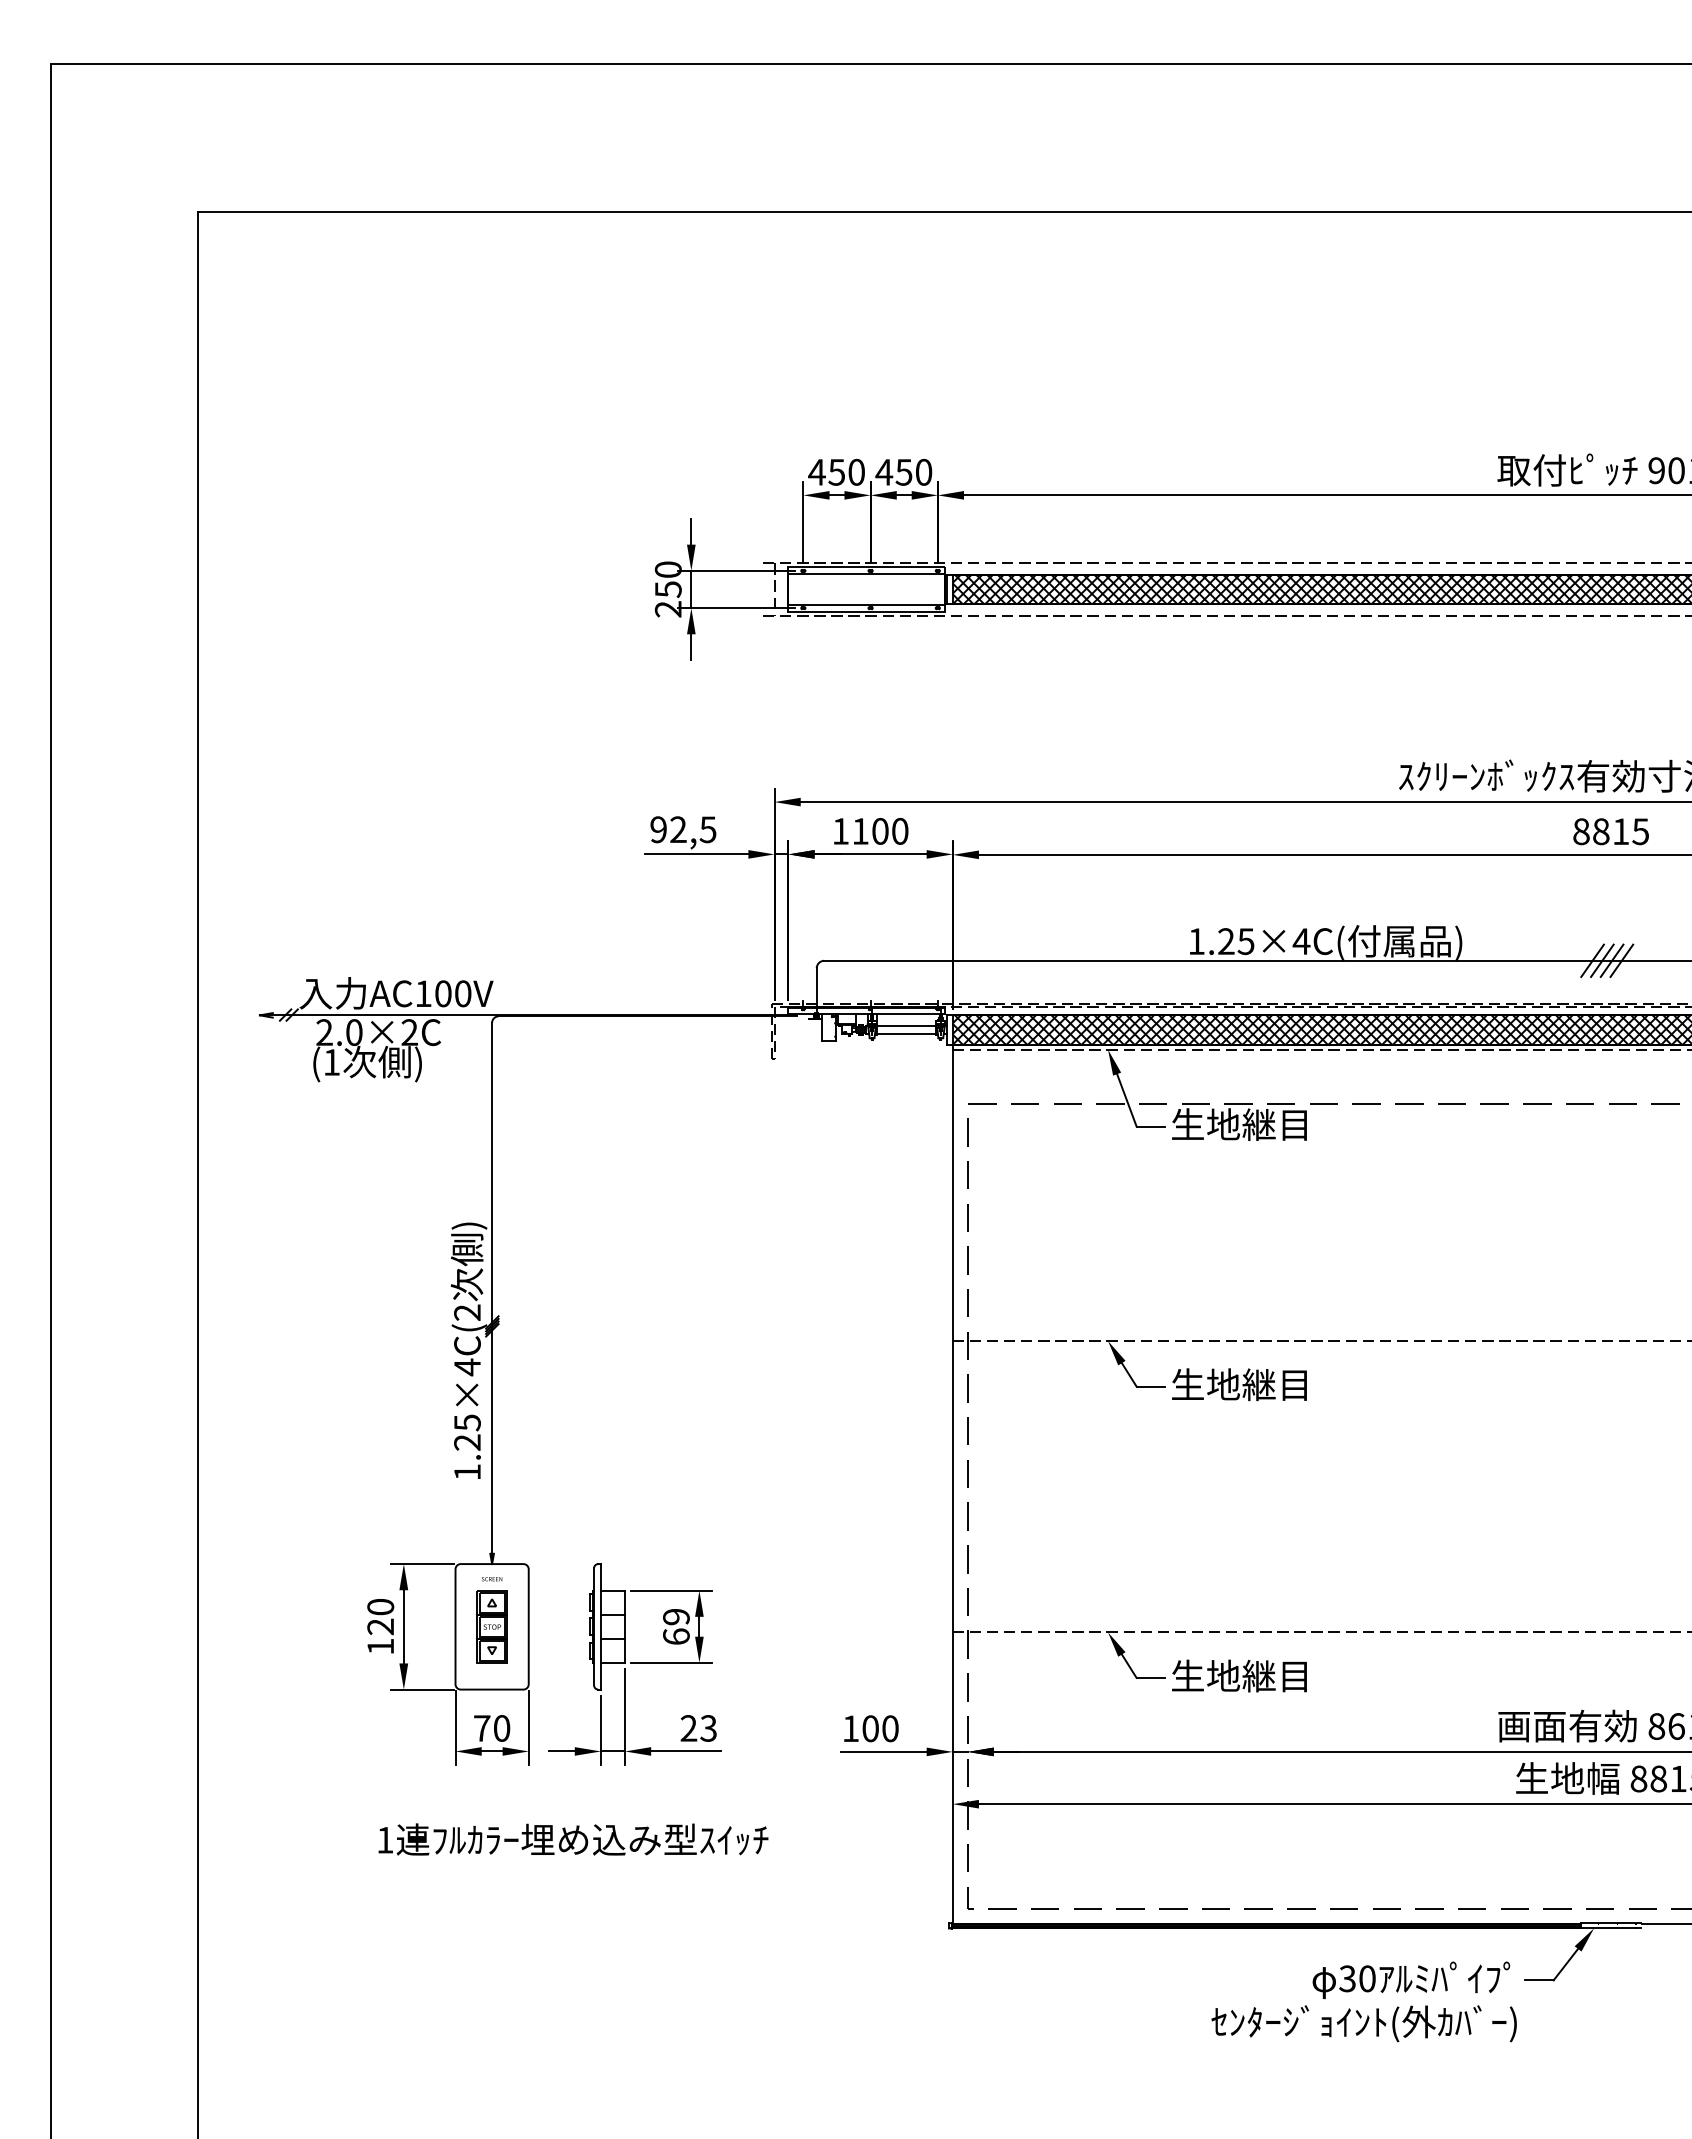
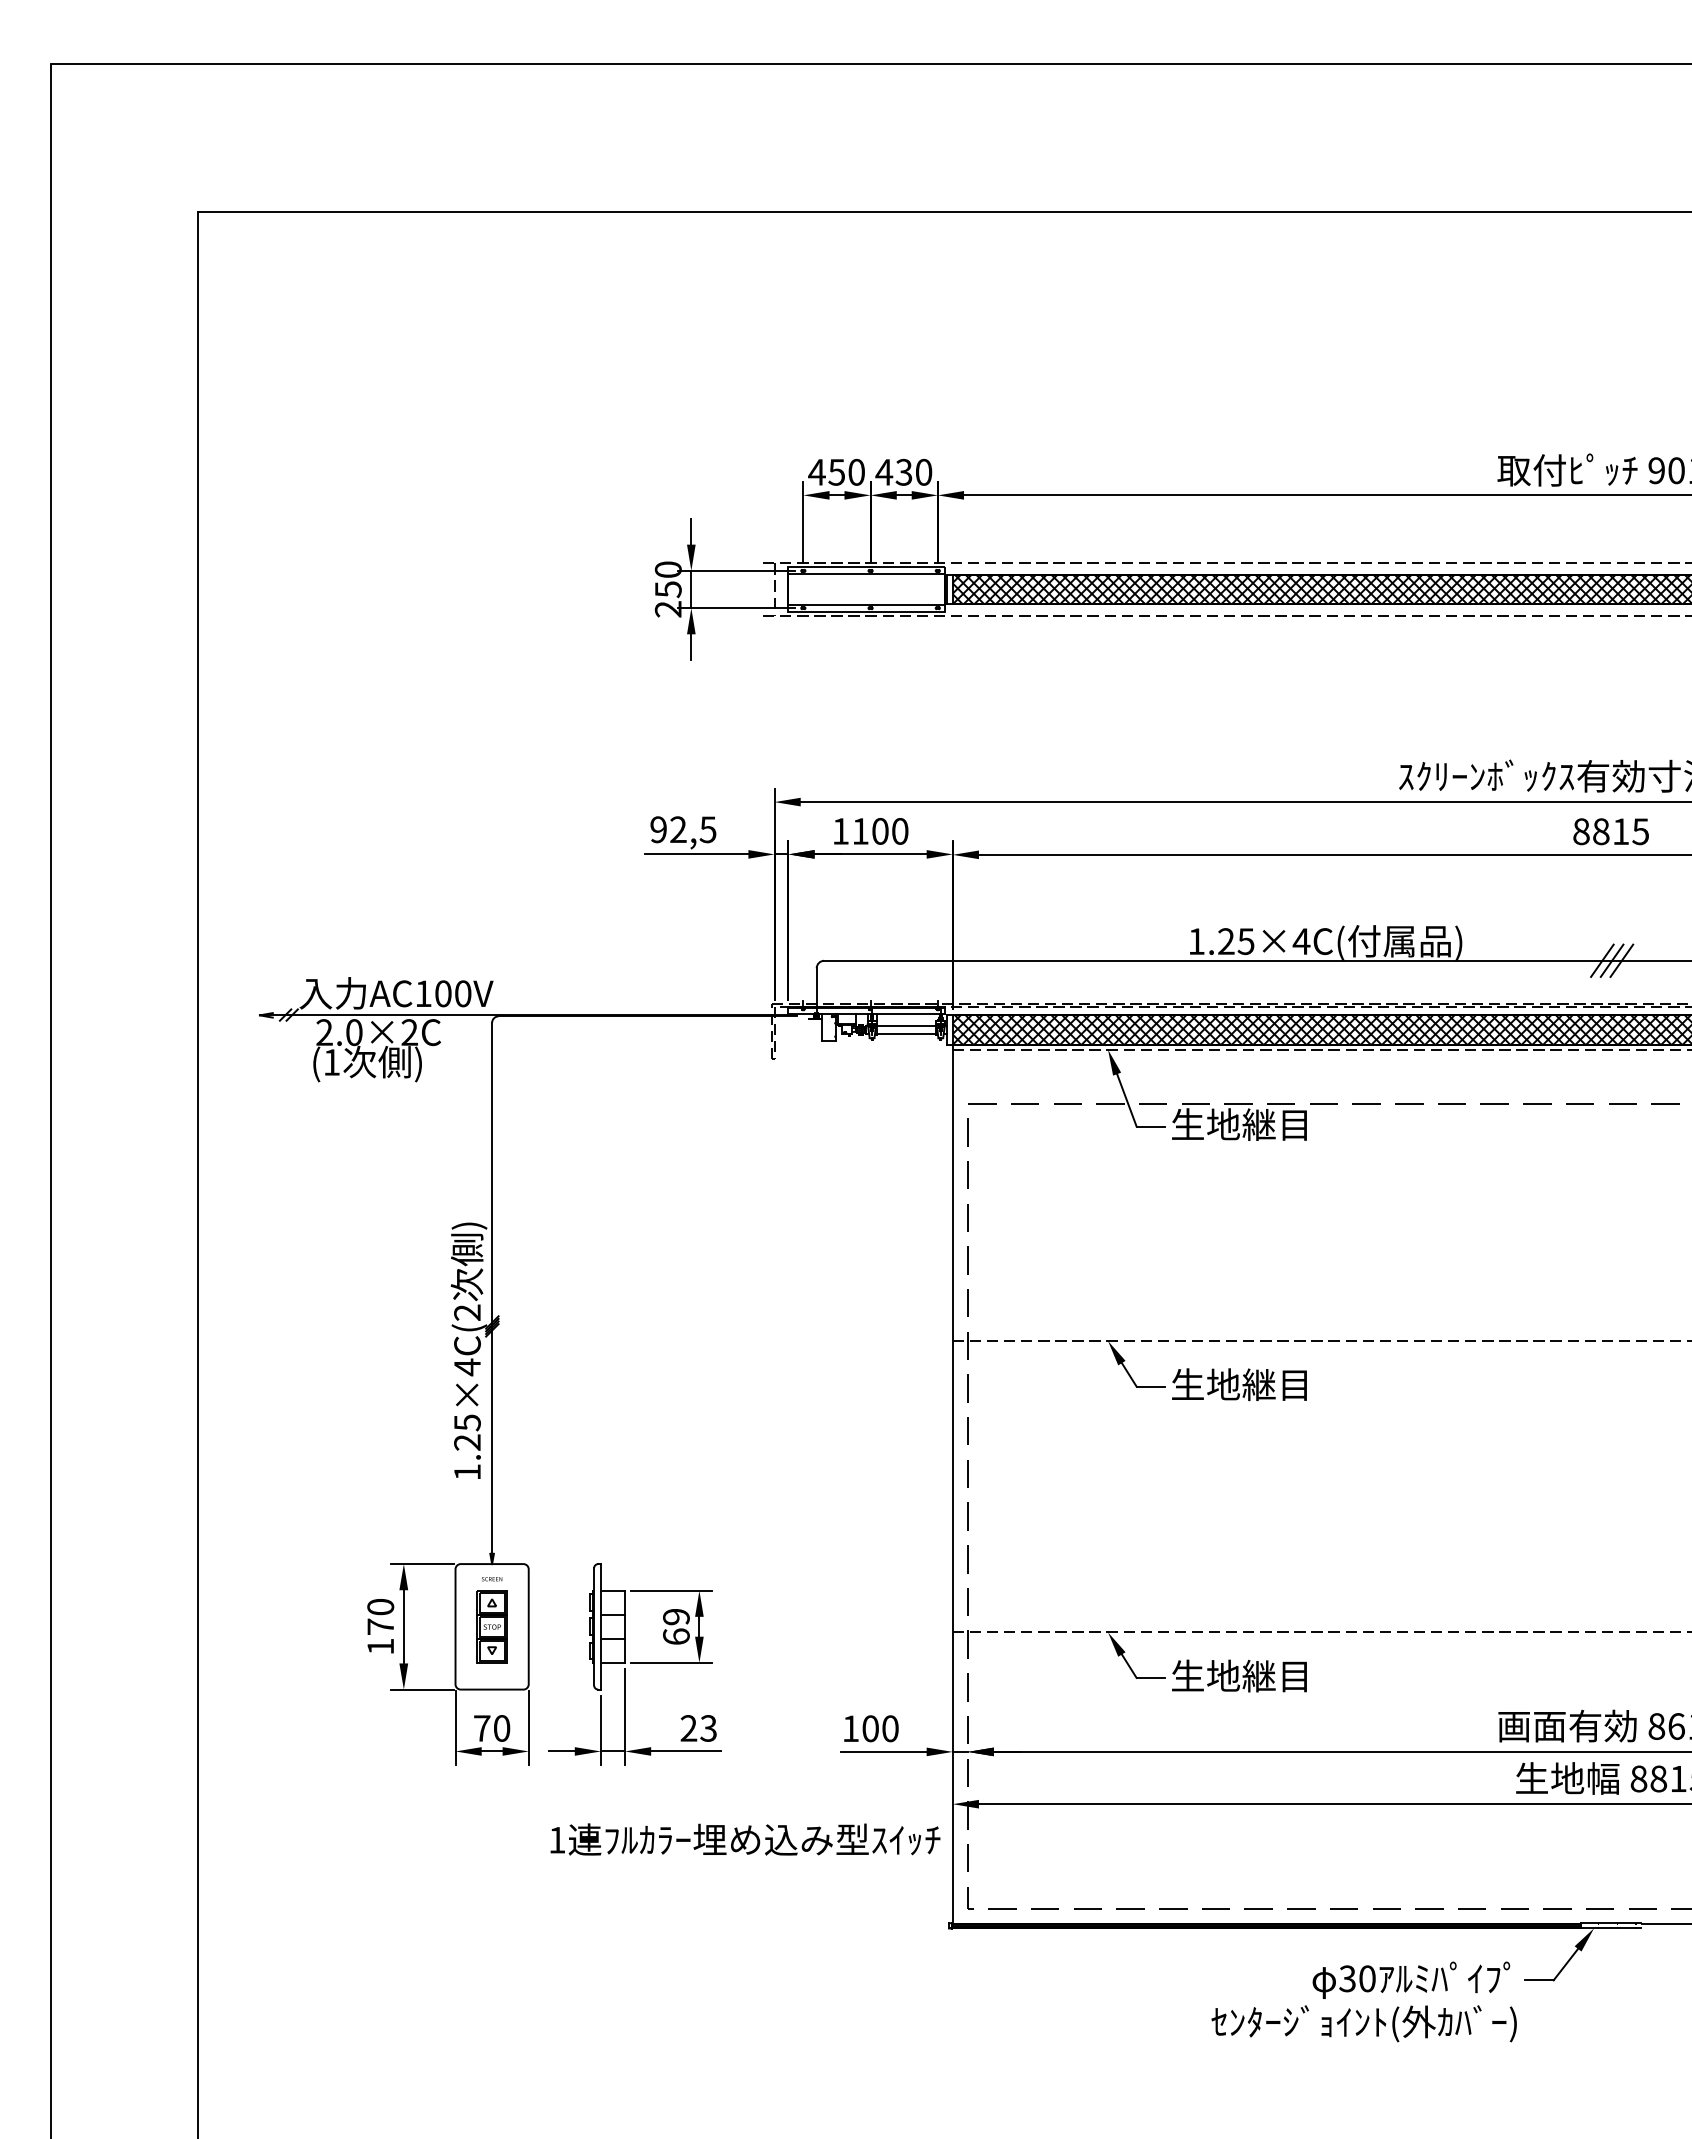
text at (904, 471): 450 -> 430
line at (1592, 960): present -> none
text at (380, 1626): 120 -> 170
text at (573, 1839) position: (573, 1839) -> (745, 1839)
